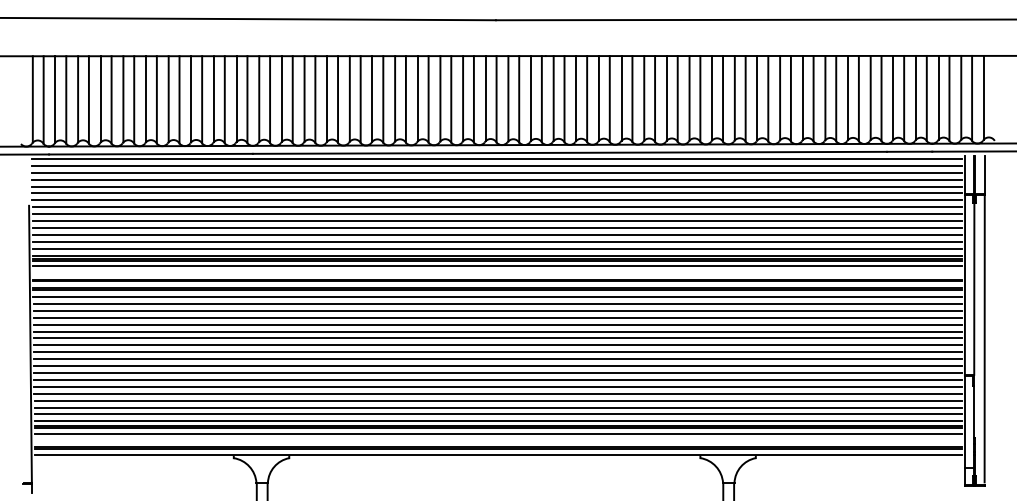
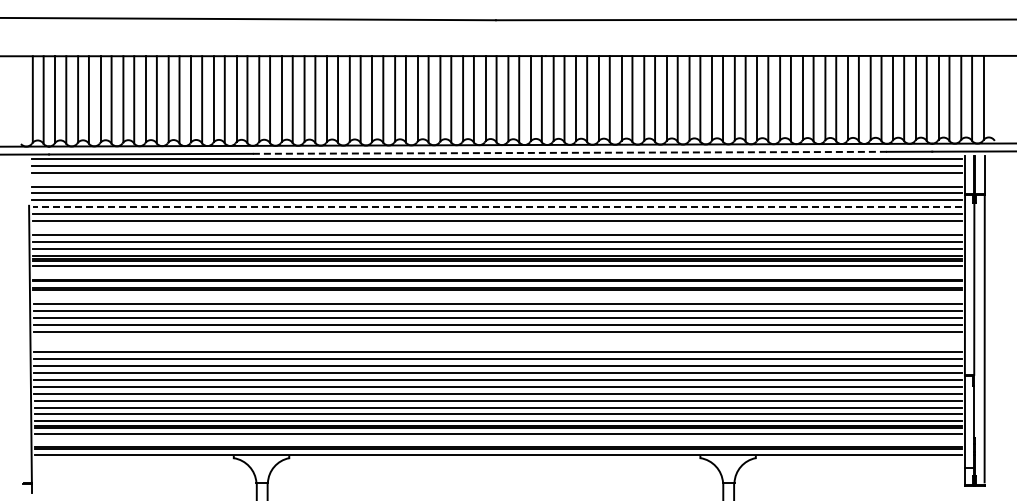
line at (570, 152): solid -> dashed
line at (496, 179): present -> none
line at (497, 207): solid -> dashed
line at (497, 227): present -> none
line at (497, 296): present -> none
line at (497, 338): present -> none
line at (497, 345): present -> none
